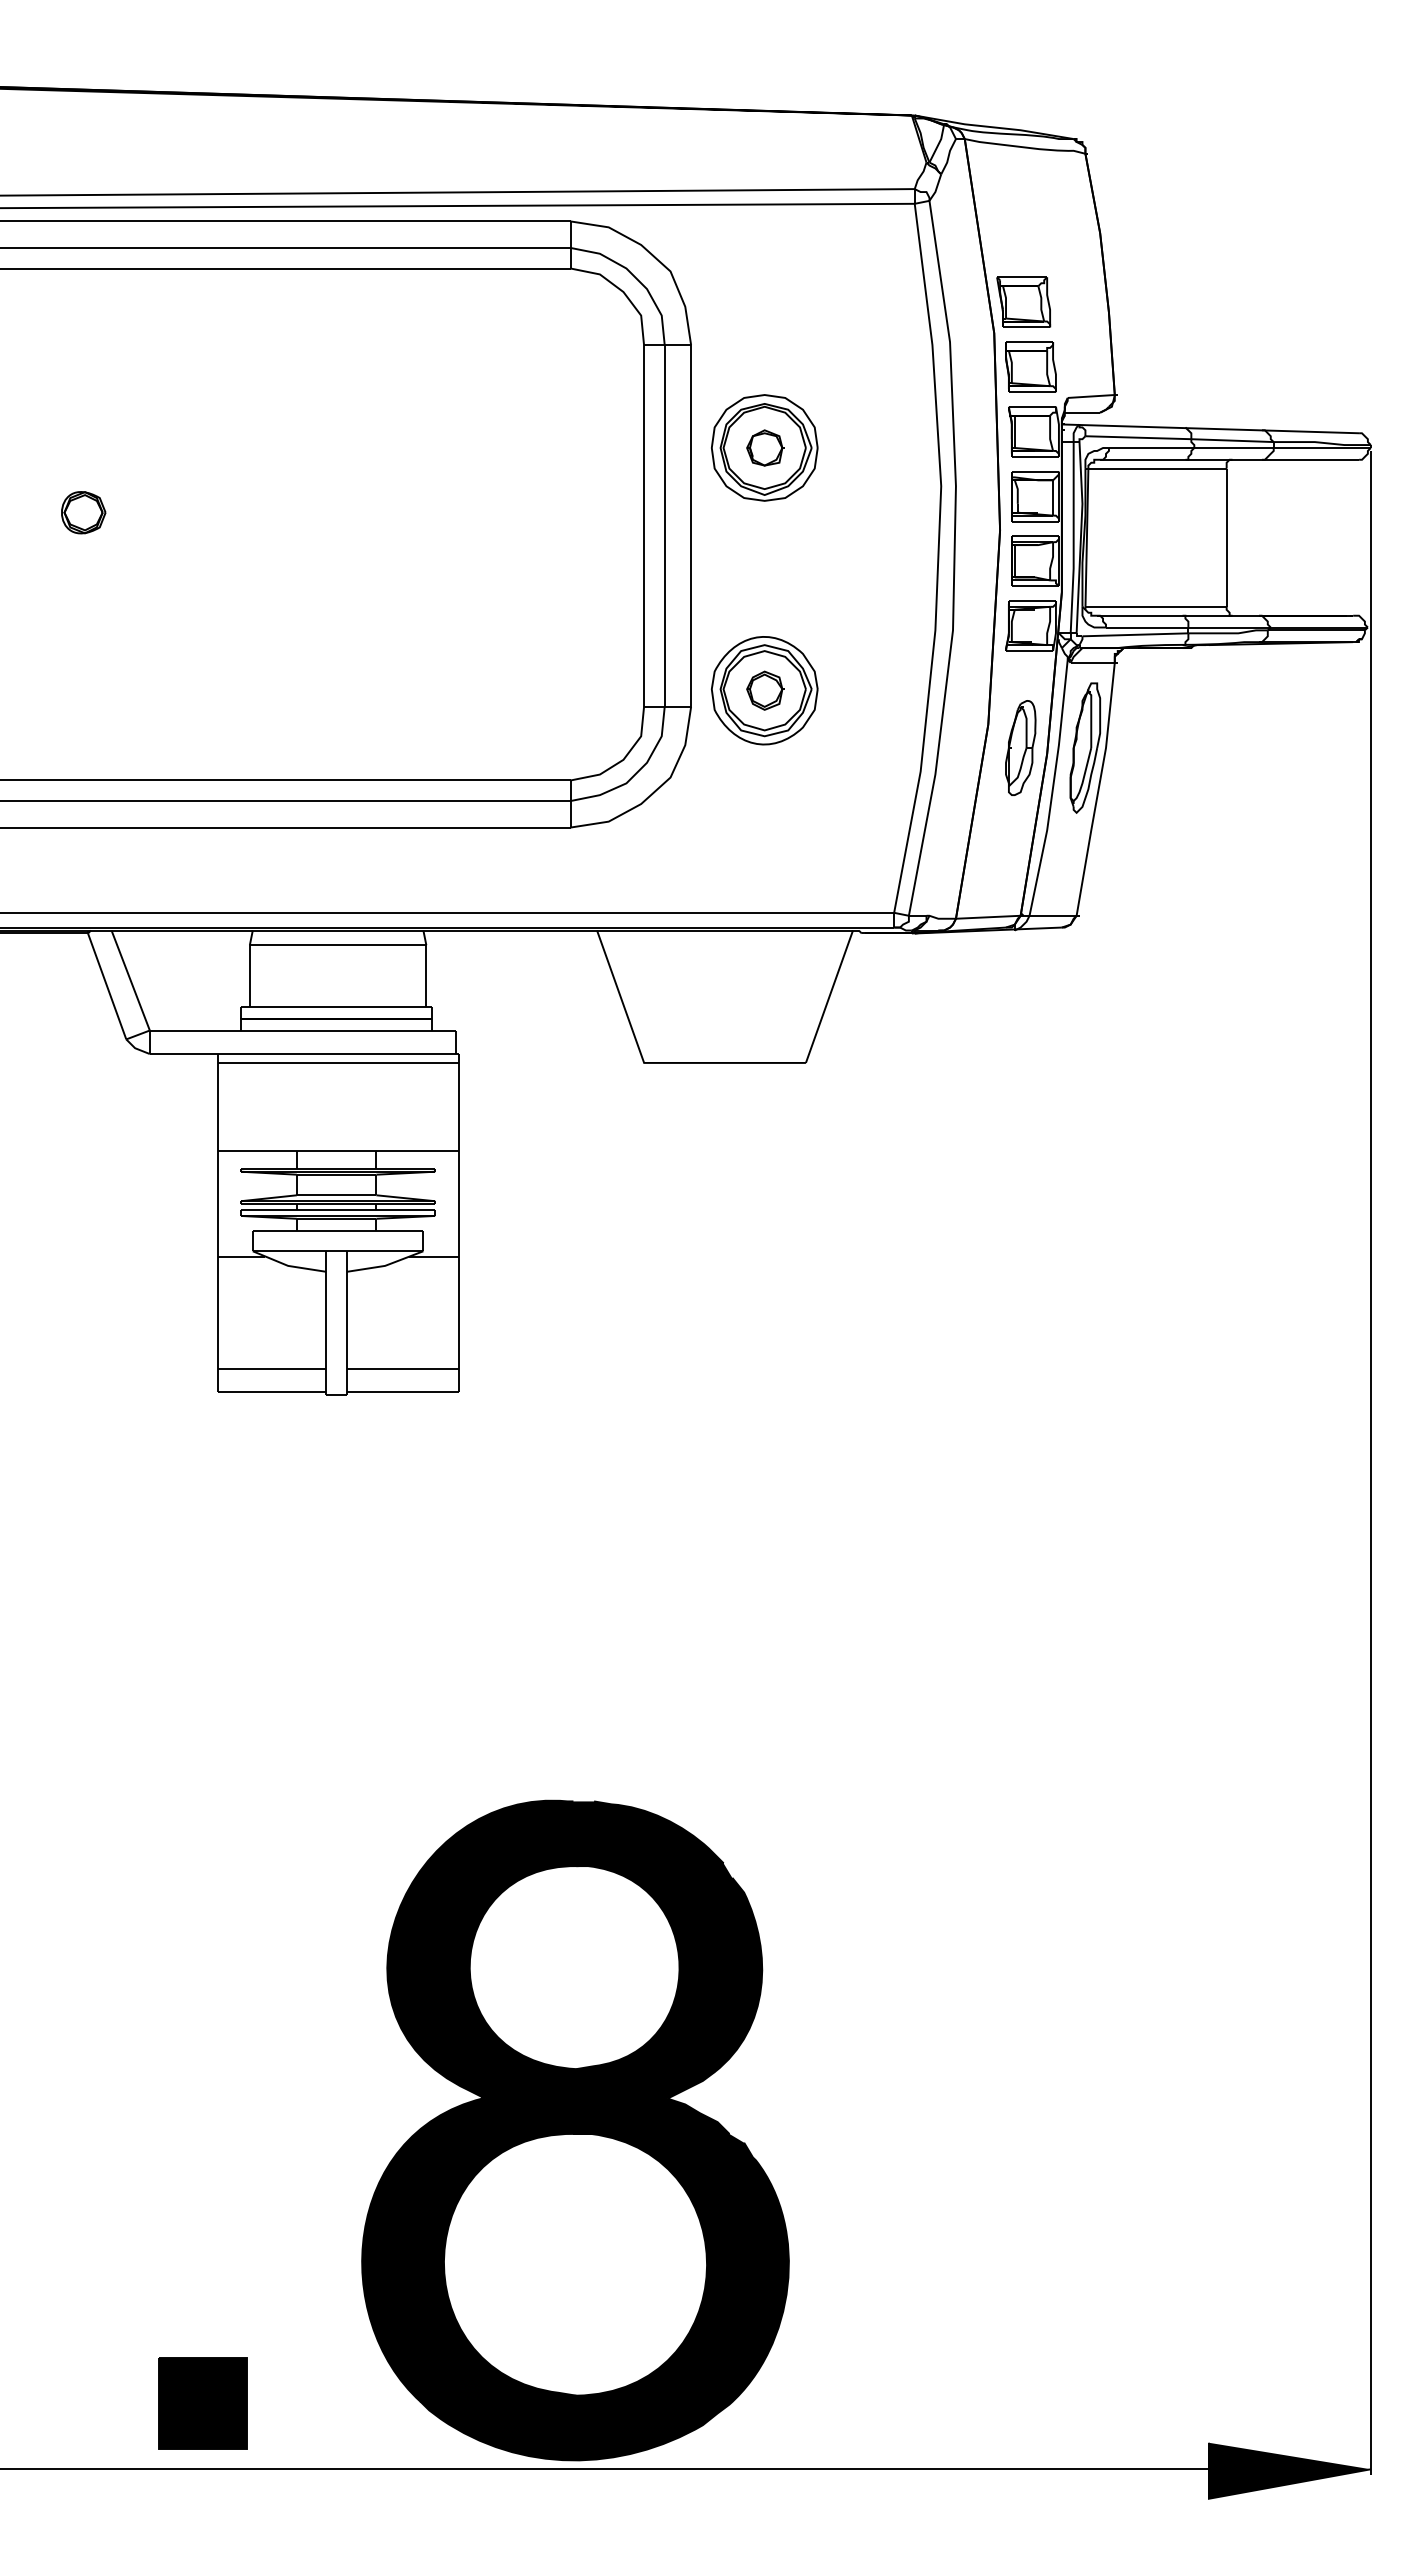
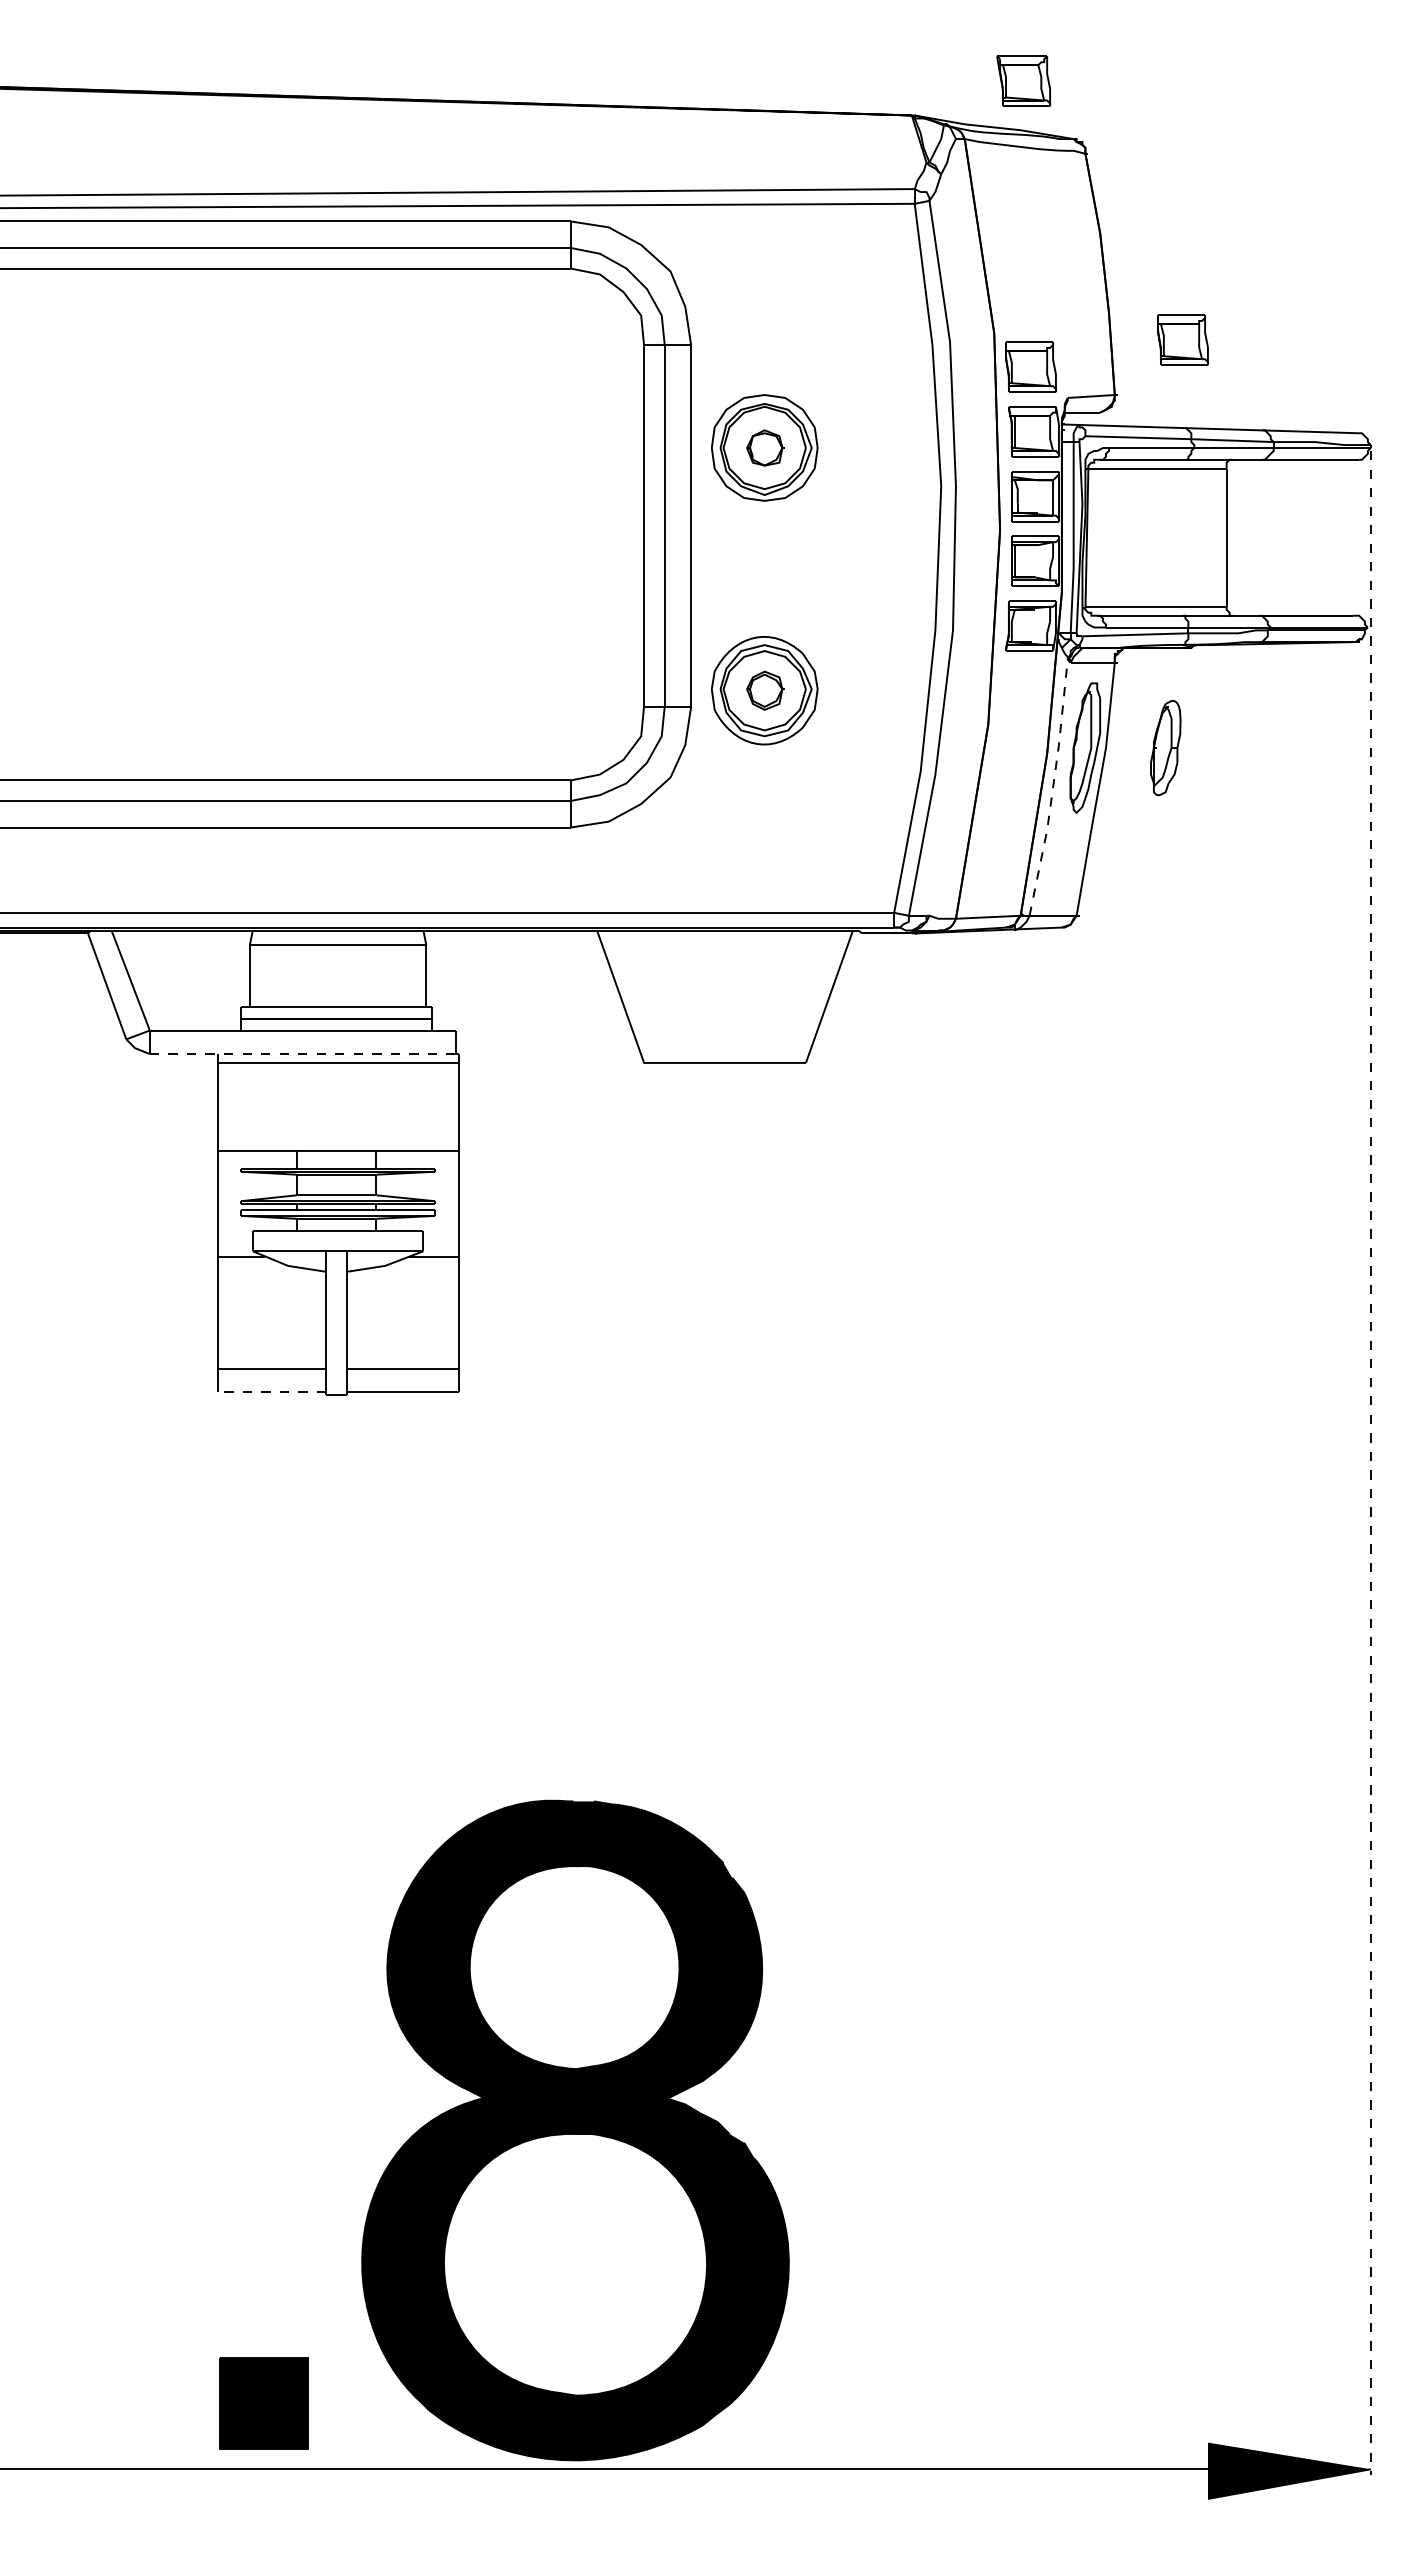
part at (1023, 301) position: (1023, 301) -> (1023, 80)
part at (1182, 339): none -> present
part at (83, 512): present -> none
part at (1020, 747) position: (1020, 747) -> (1165, 747)
line at (1052, 788): solid -> dashed
line at (302, 1054): solid -> dashed
line at (271, 1392): solid -> dashed
line at (1370, 1463): solid -> dashed
part at (202, 2403) position: (202, 2403) -> (263, 2403)
